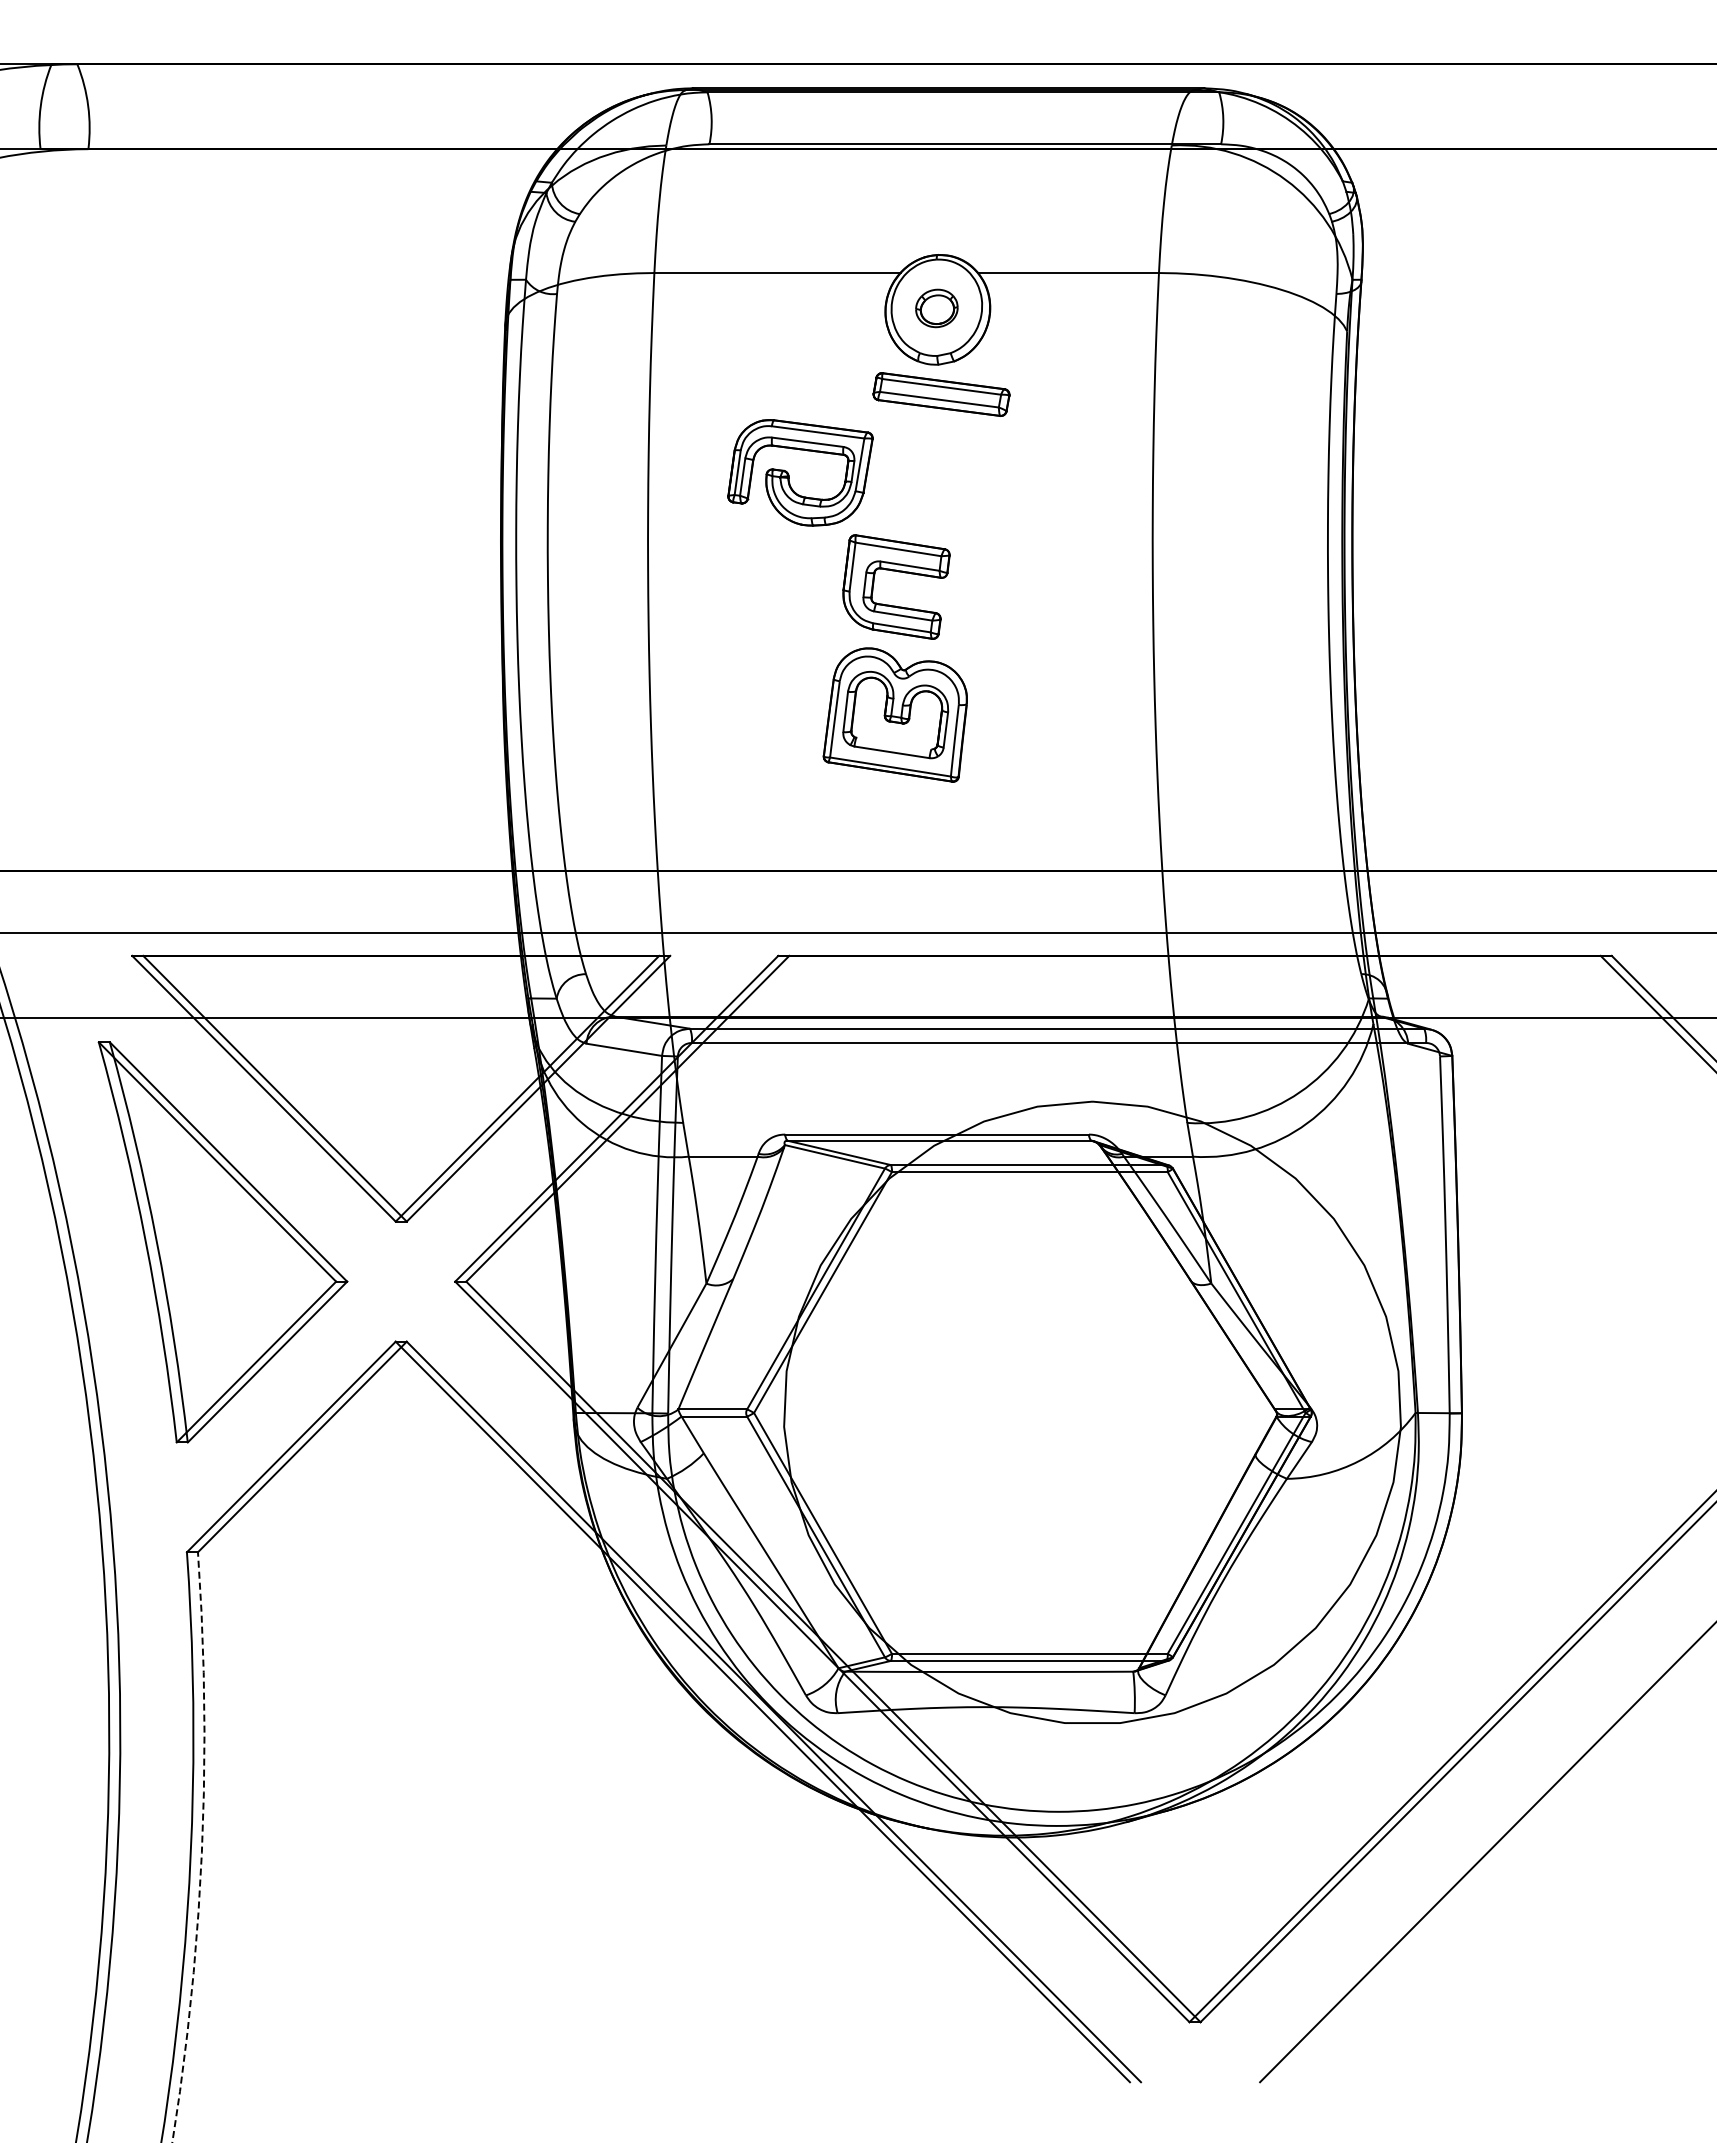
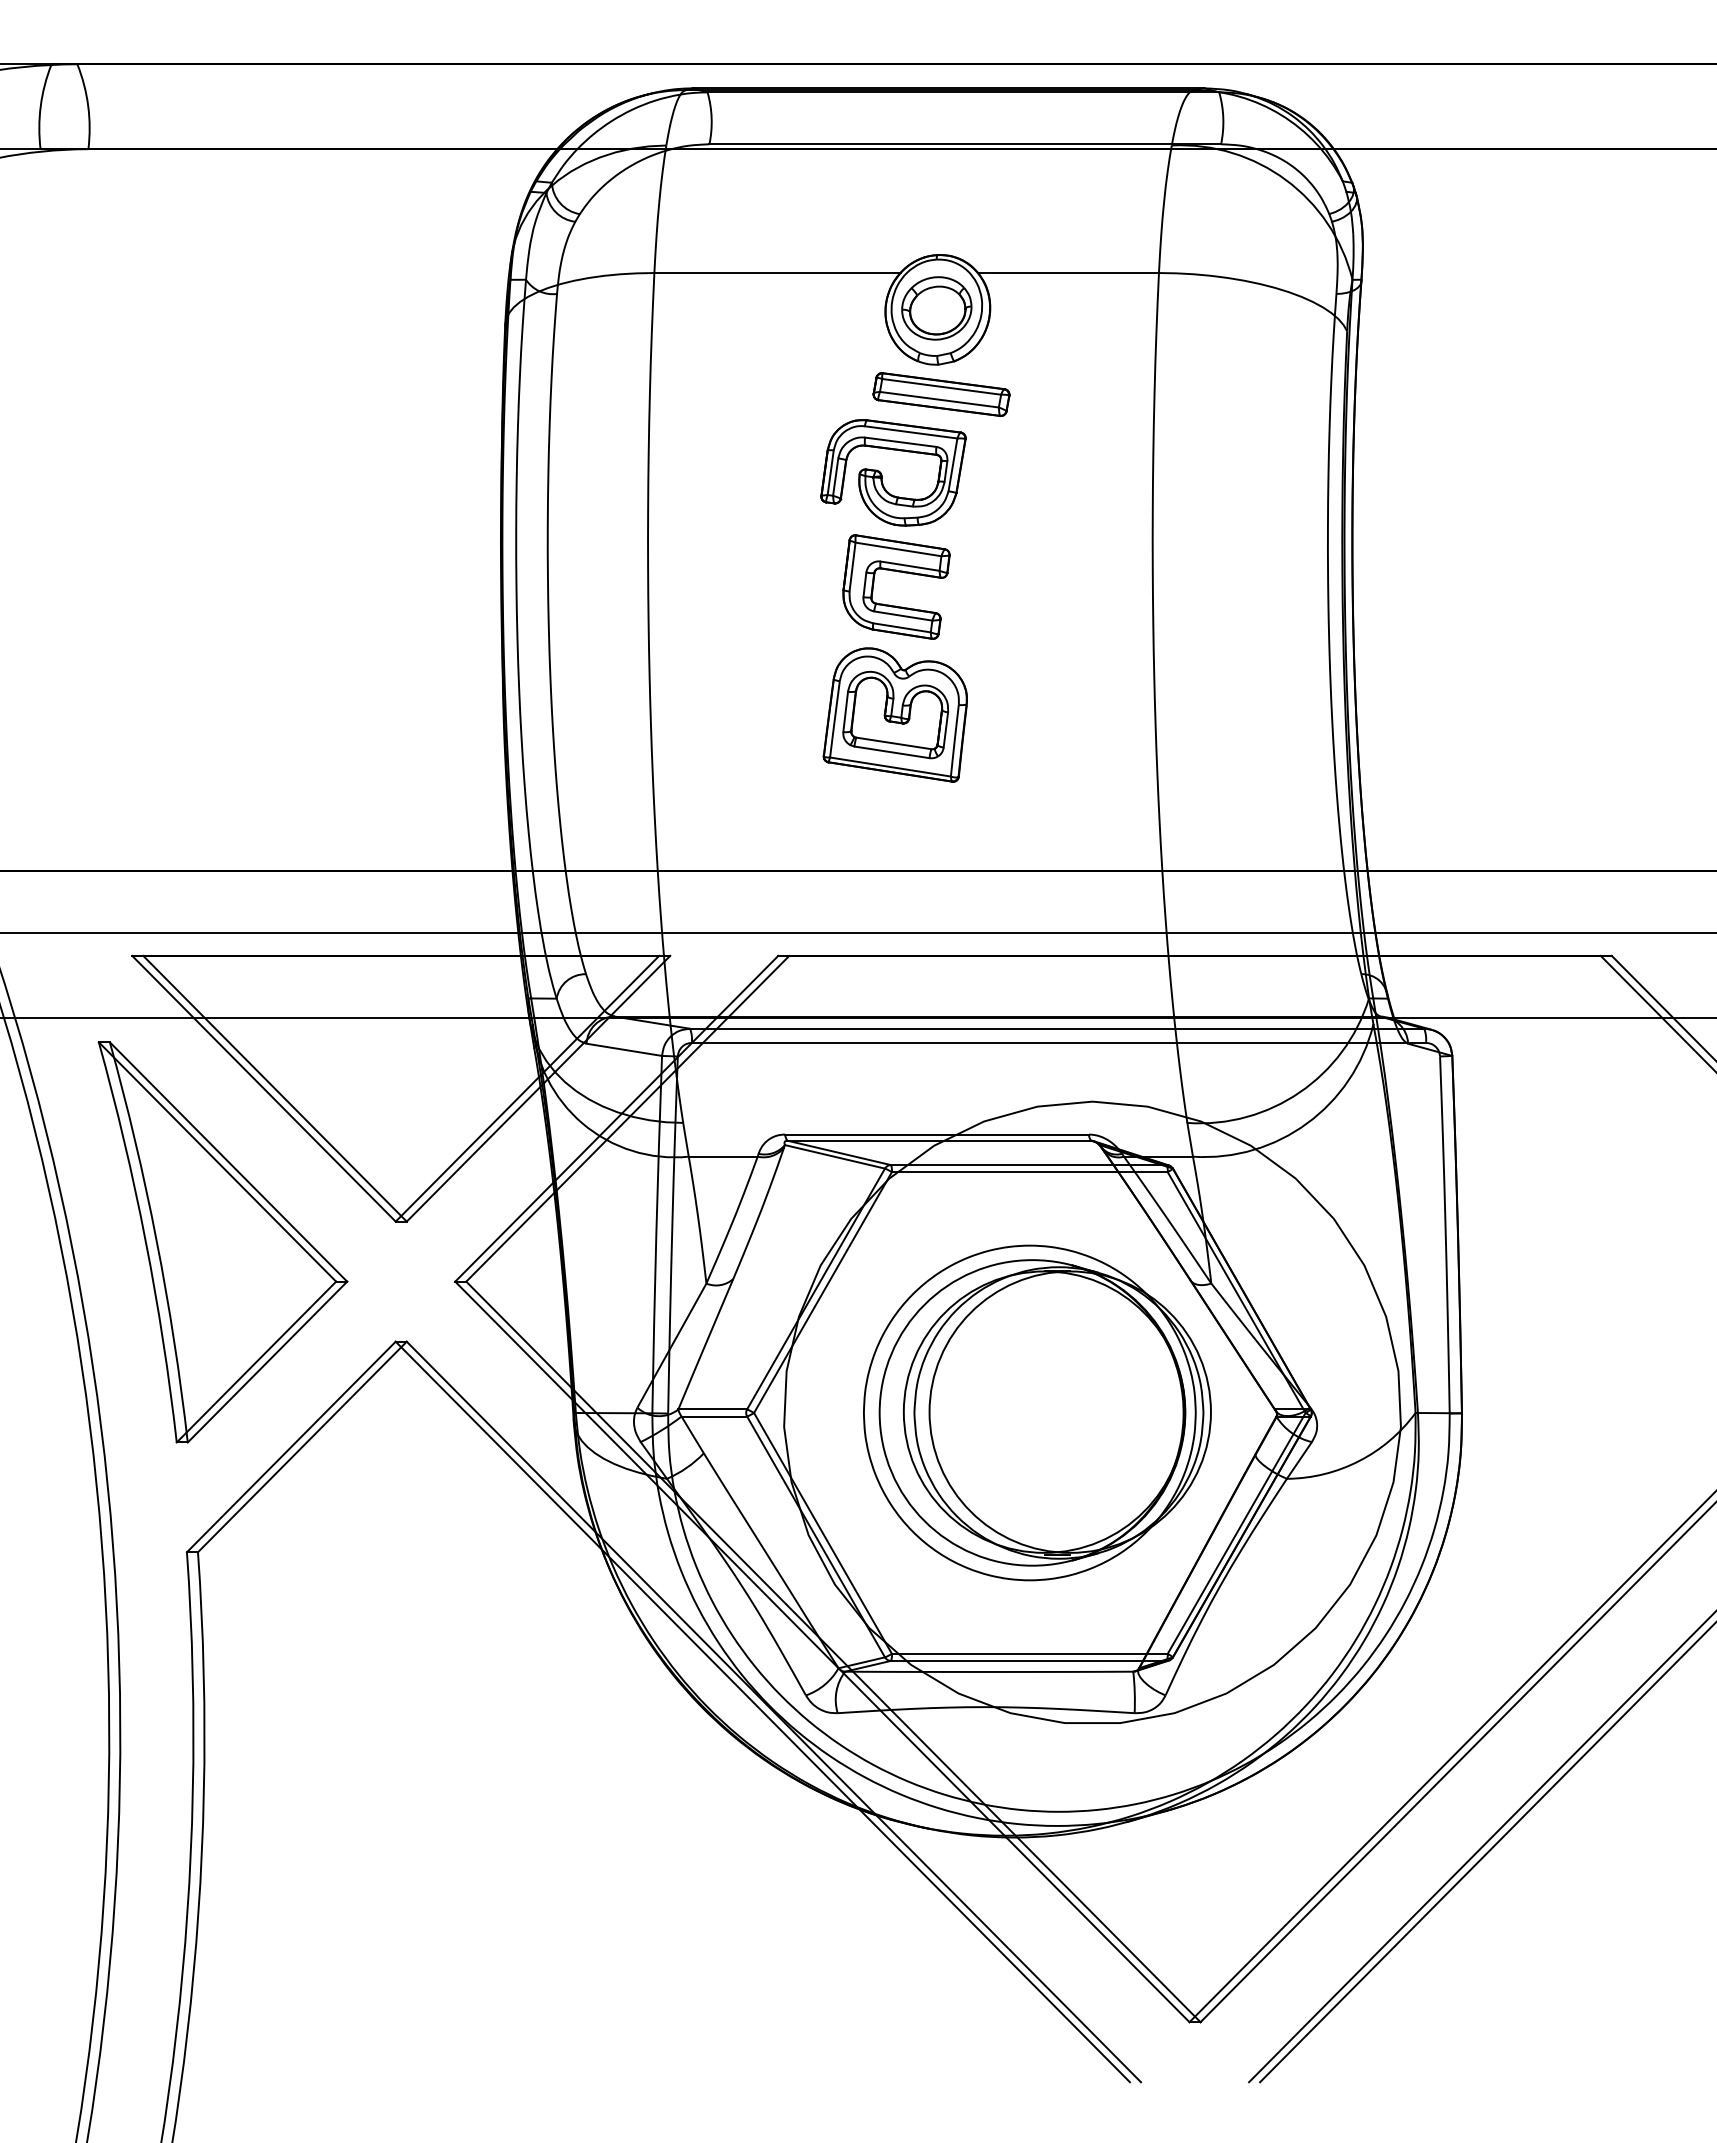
part at (936, 308) size: 44x41 px -> 72x65 px
part at (789, 474) position: (789, 474) -> (882, 474)
line at (893, 743): none -> present
part at (1037, 1412): none -> present
line at (1481, 1847): none -> present
arc at (202, 1848): dashed -> solid
